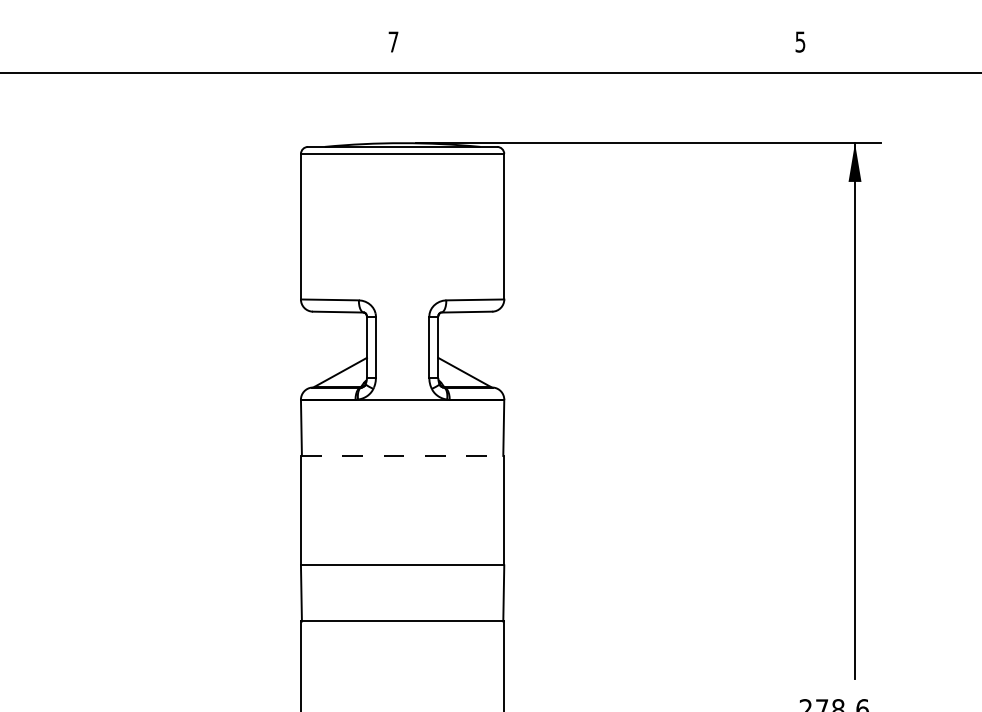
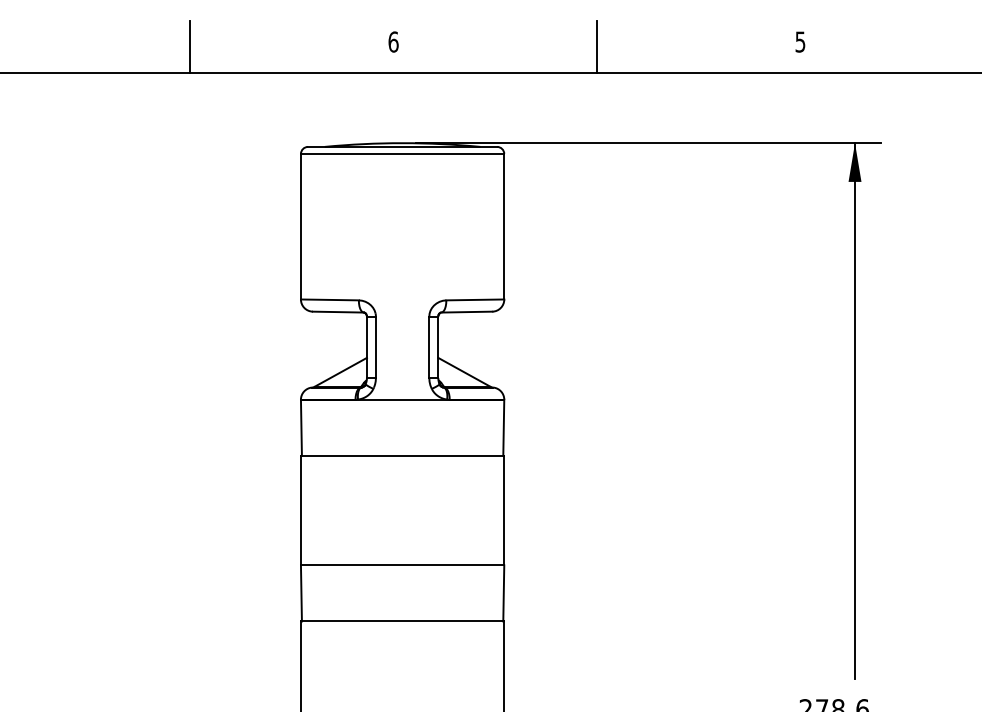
text at (393, 41): 7 -> 6
line at (190, 47): none -> present
line at (597, 47): none -> present
line at (402, 455): dashed -> solid
